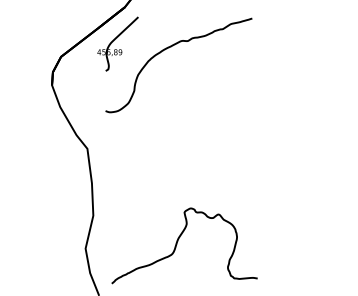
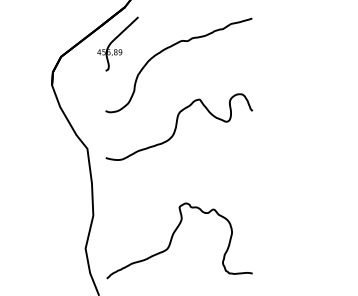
curve at (177, 125): none -> present
curve at (177, 244) position: (177, 244) -> (172, 239)
